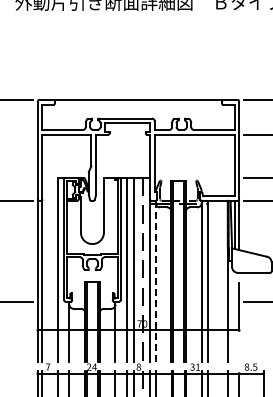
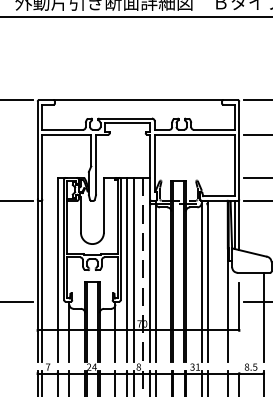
line at (135, 16): none -> present
line at (155, 281): dashed -> solid
line at (263, 317): none -> present
